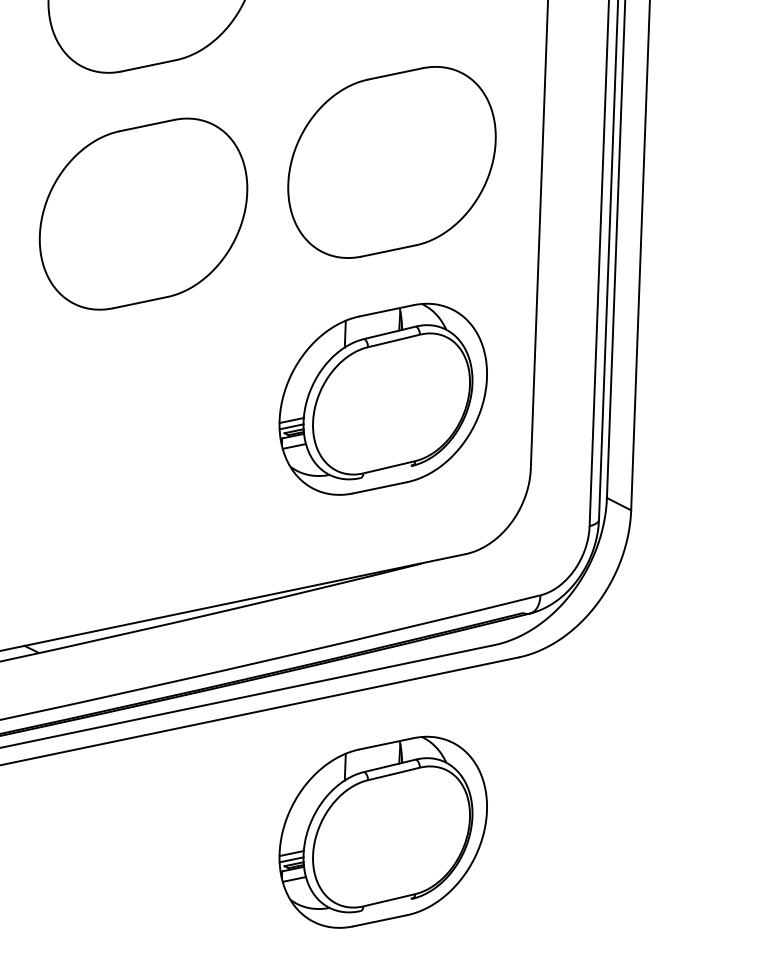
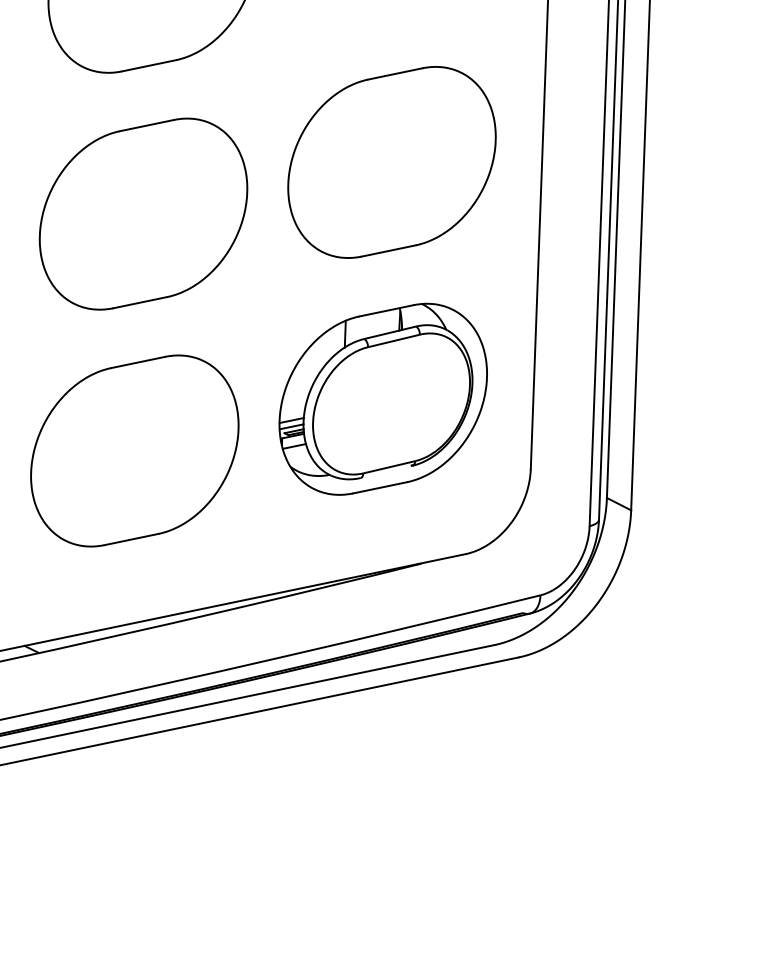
part at (134, 450): none -> present
part at (382, 831): present -> none
